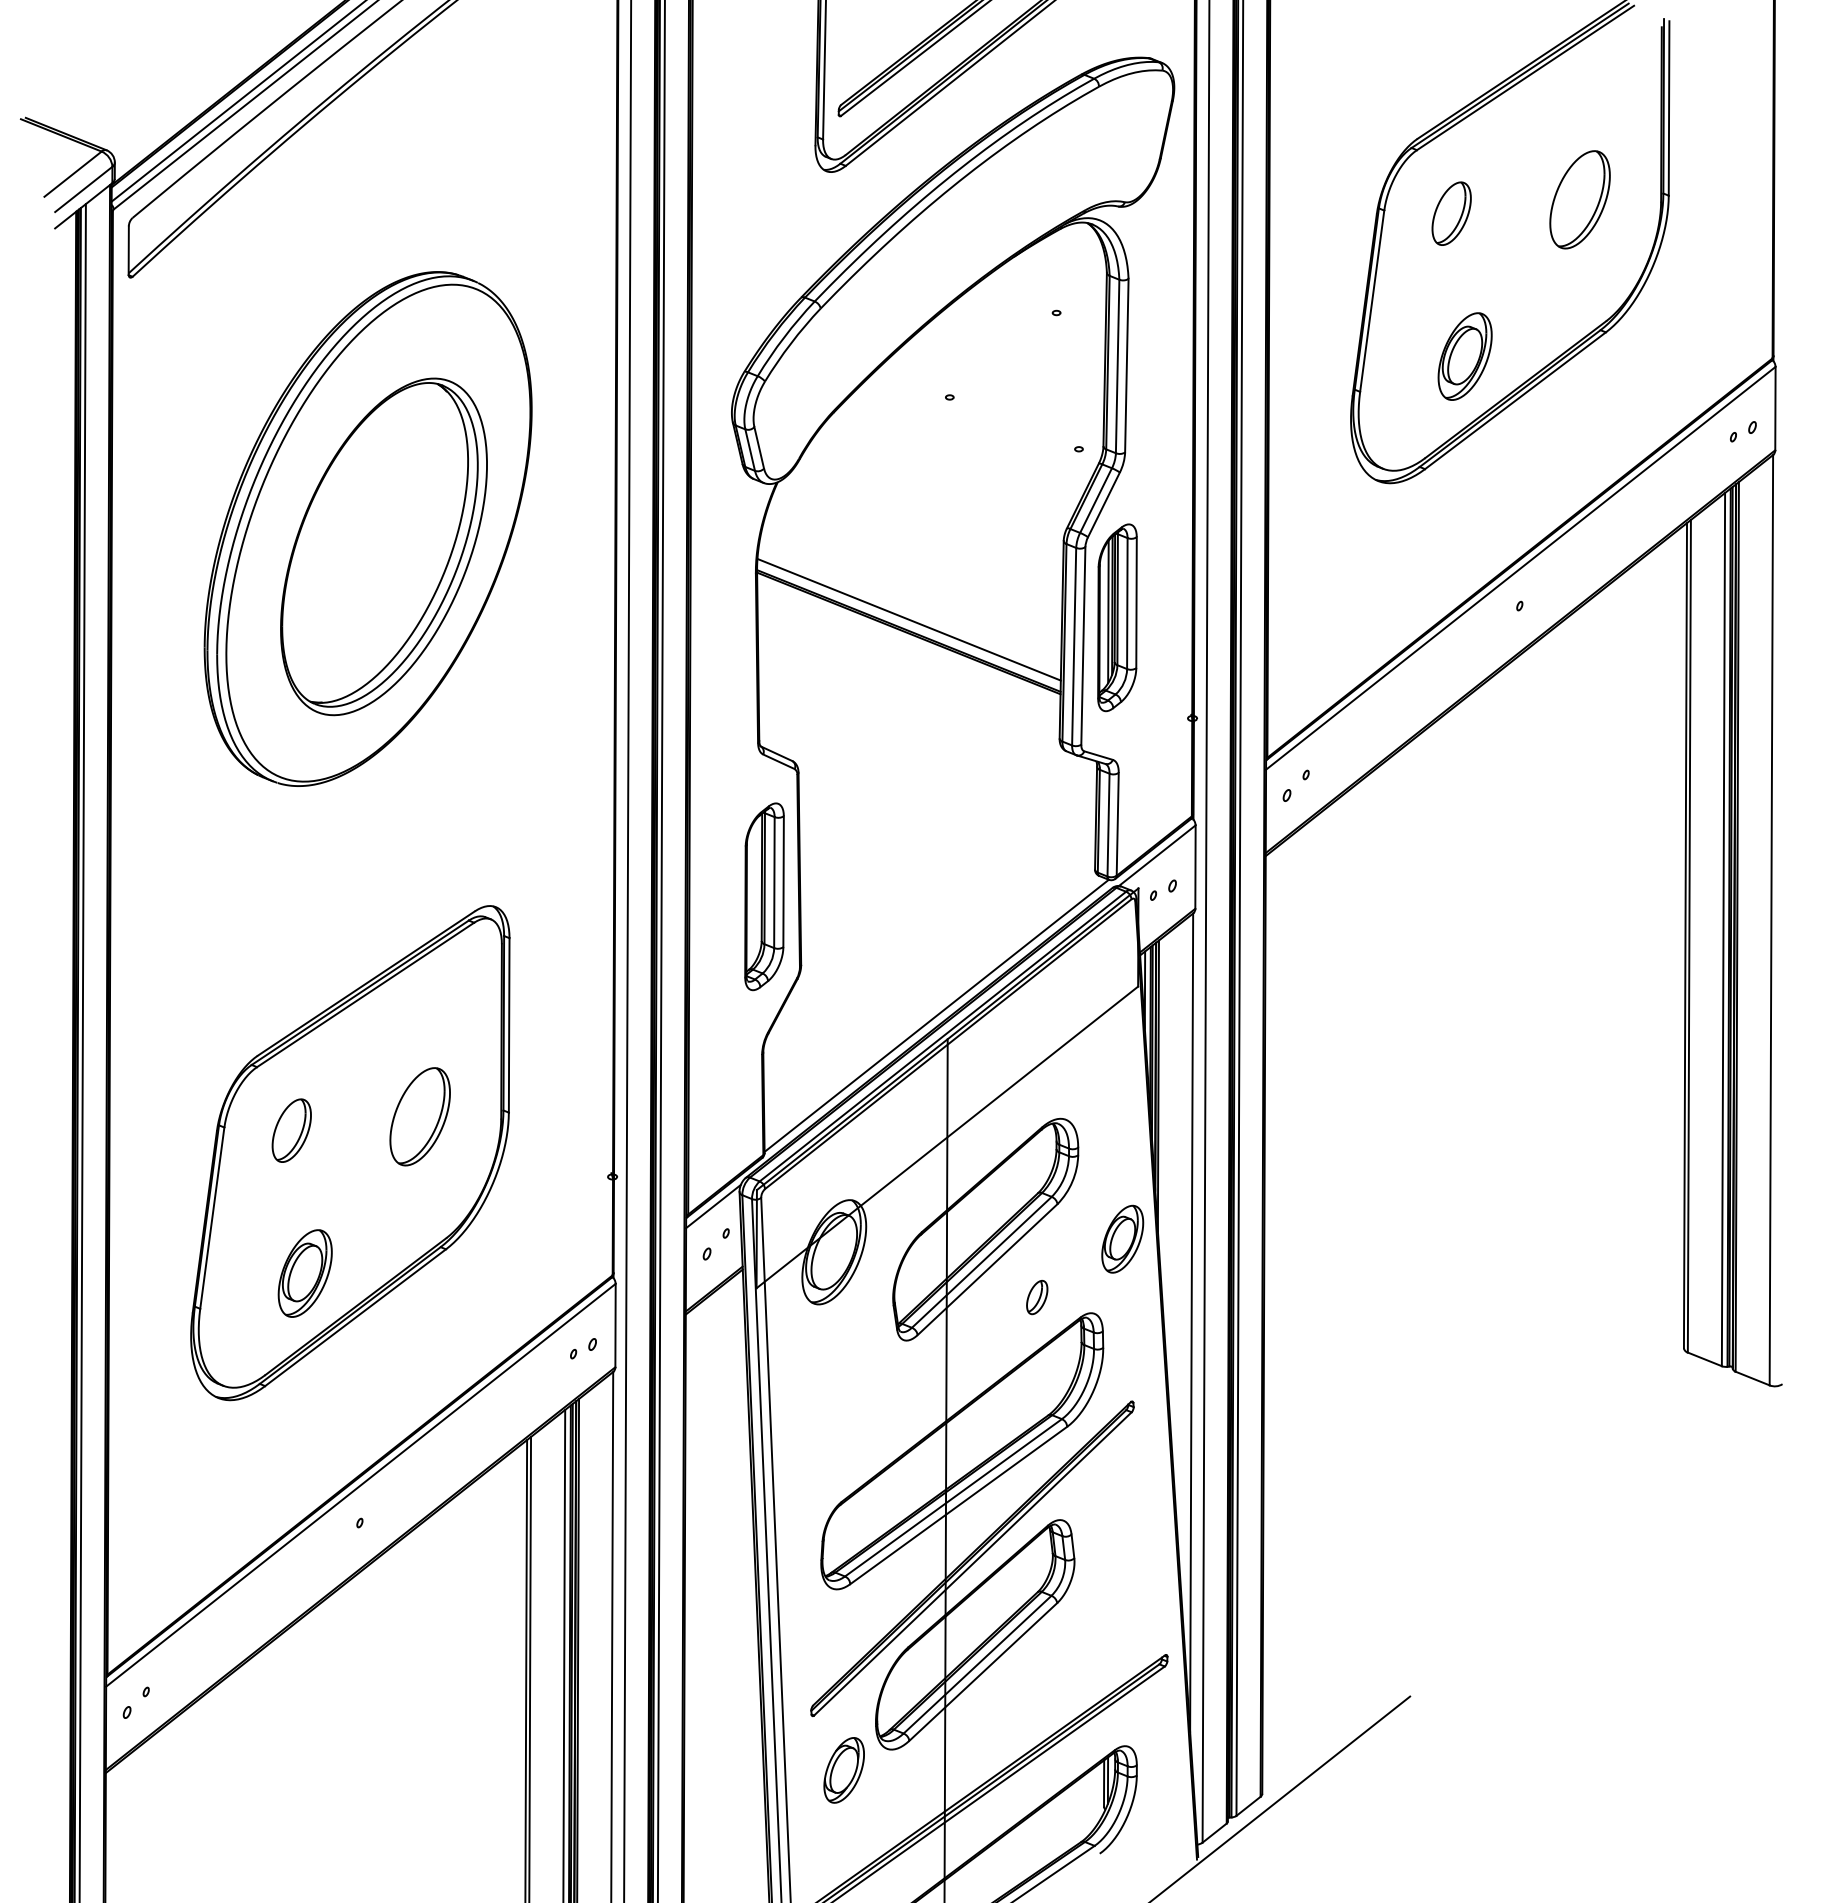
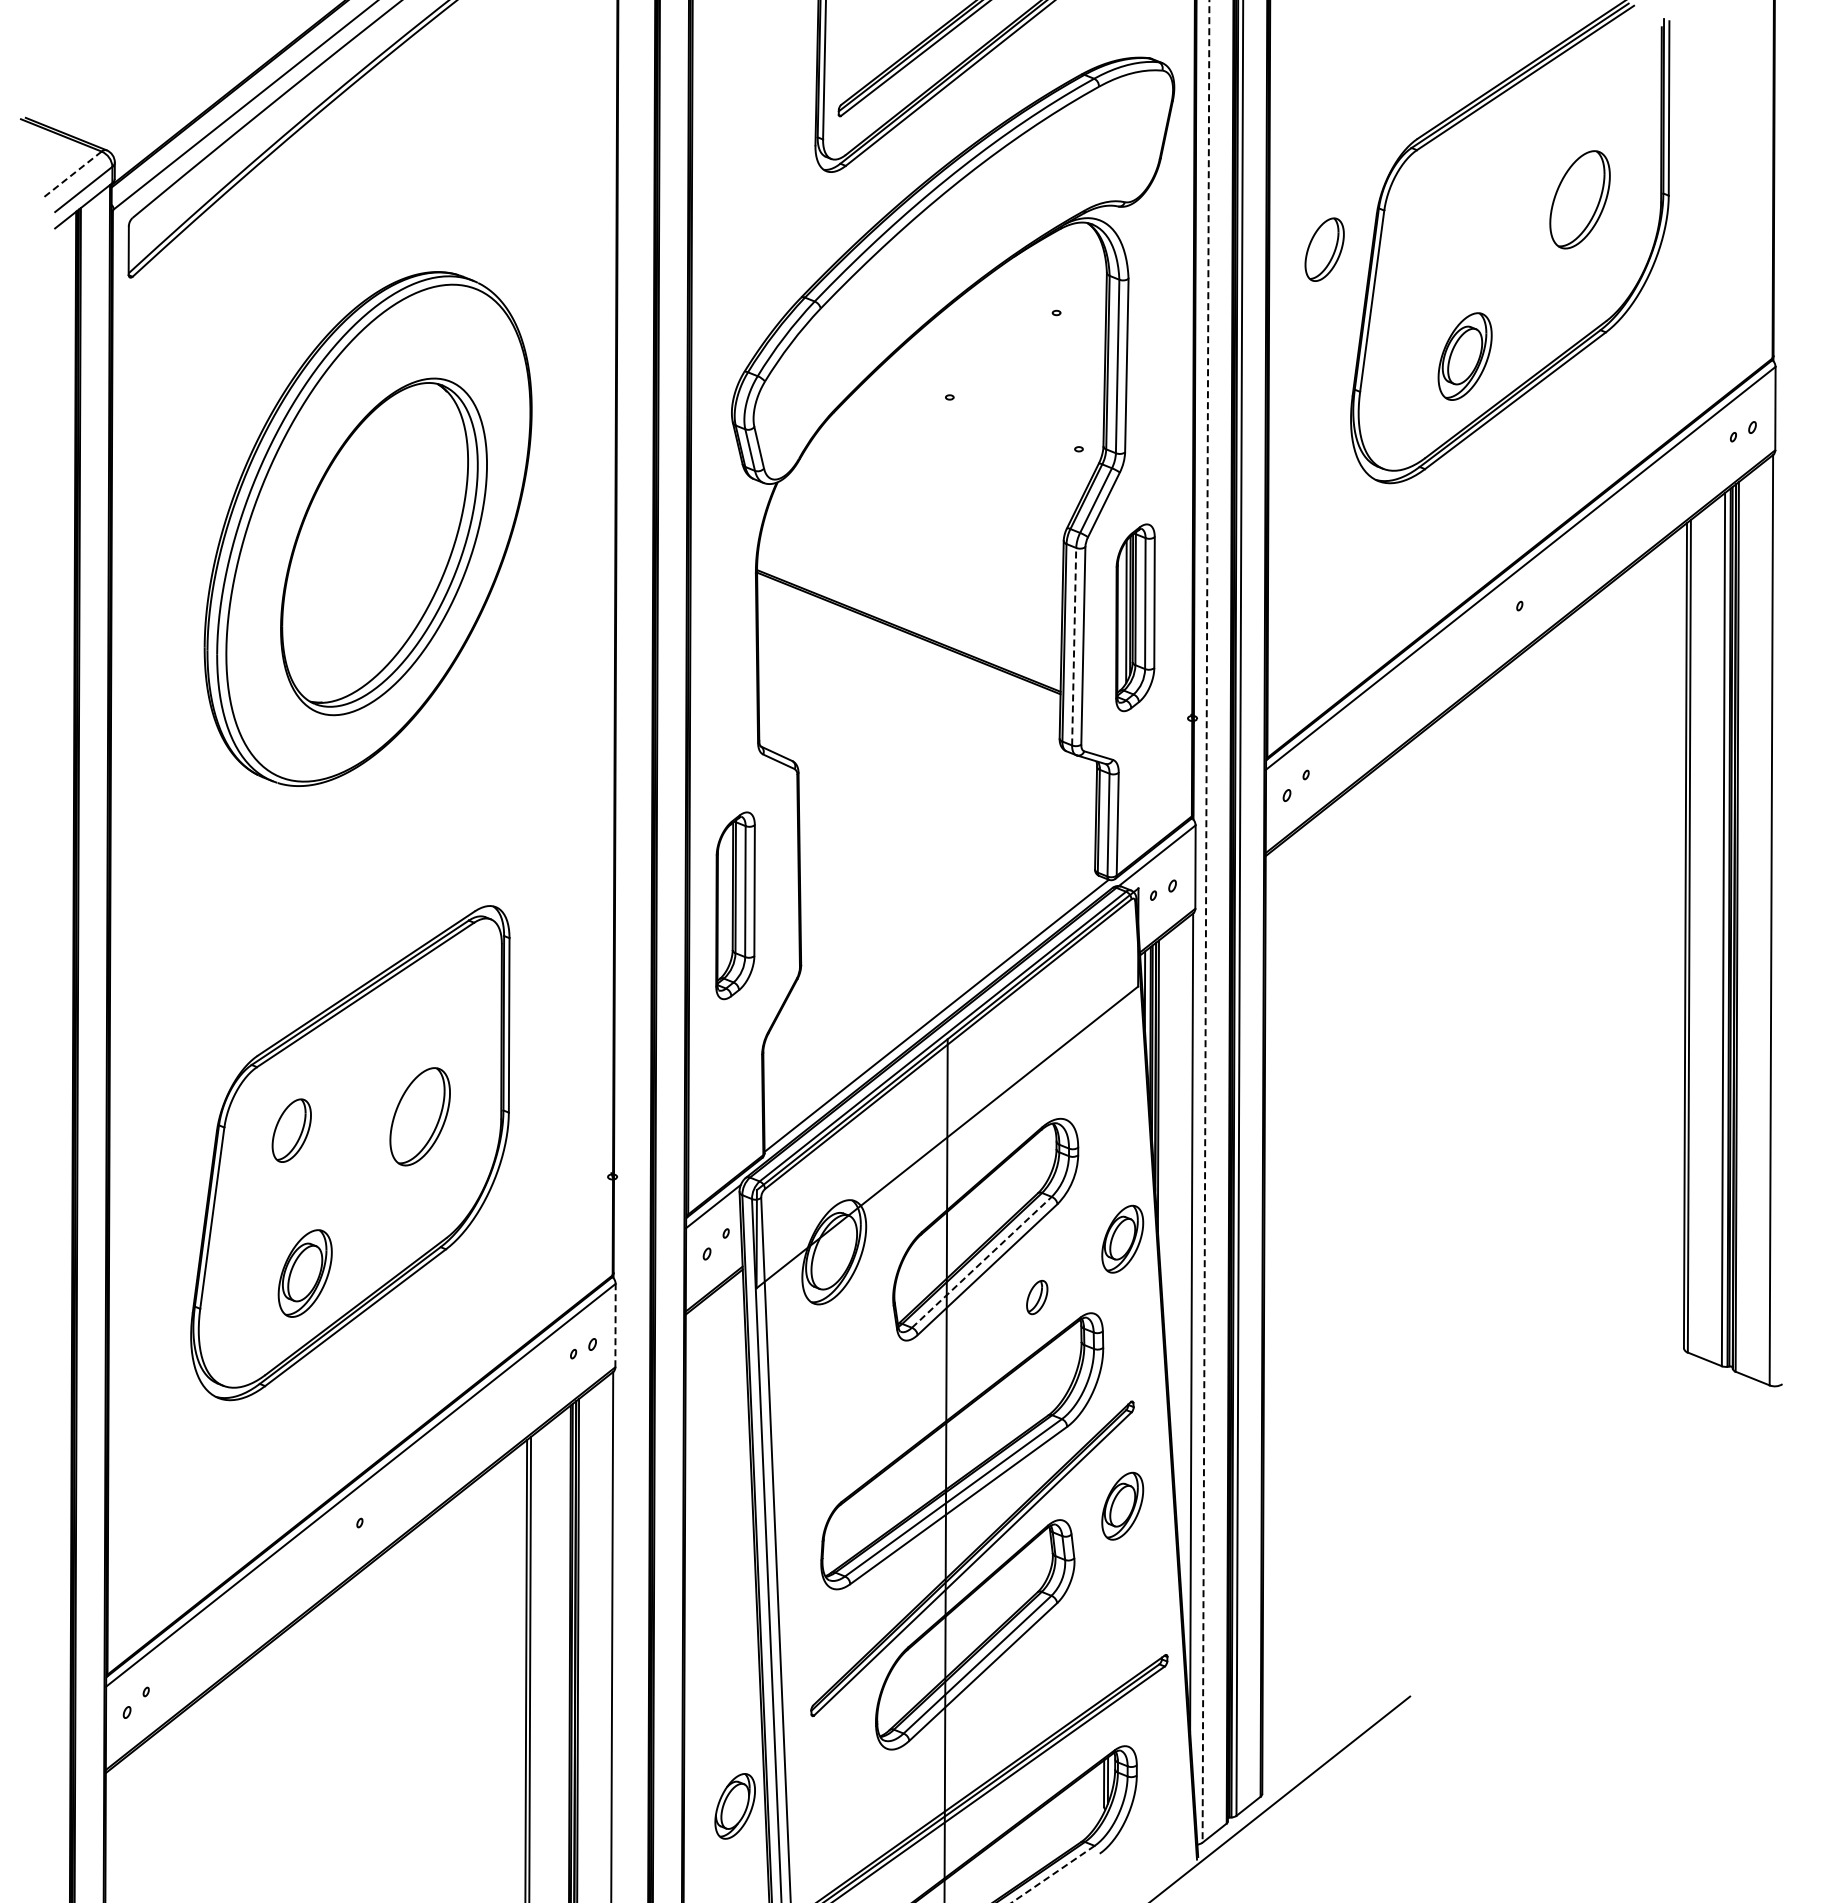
line at (237, 101): present -> none
line at (73, 173): solid -> dashed
part at (1451, 213) position: (1451, 213) -> (1324, 249)
part at (1117, 617) position: (1117, 617) -> (1135, 617)
line at (908, 619): present -> none
line at (1074, 646): solid -> dashed
part at (764, 896) position: (764, 896) -> (735, 905)
line at (1205, 921): solid -> dashed
line at (627, 950): present -> none
line at (660, 950): present -> none
line at (82, 1051): present -> none
line at (981, 1262): solid -> dashed
line at (615, 1325): solid -> dashed
part at (1122, 1505): none -> present
line at (564, 1654): present -> none
part at (843, 1770) position: (843, 1770) -> (734, 1806)
line at (1053, 1874): solid -> dashed
